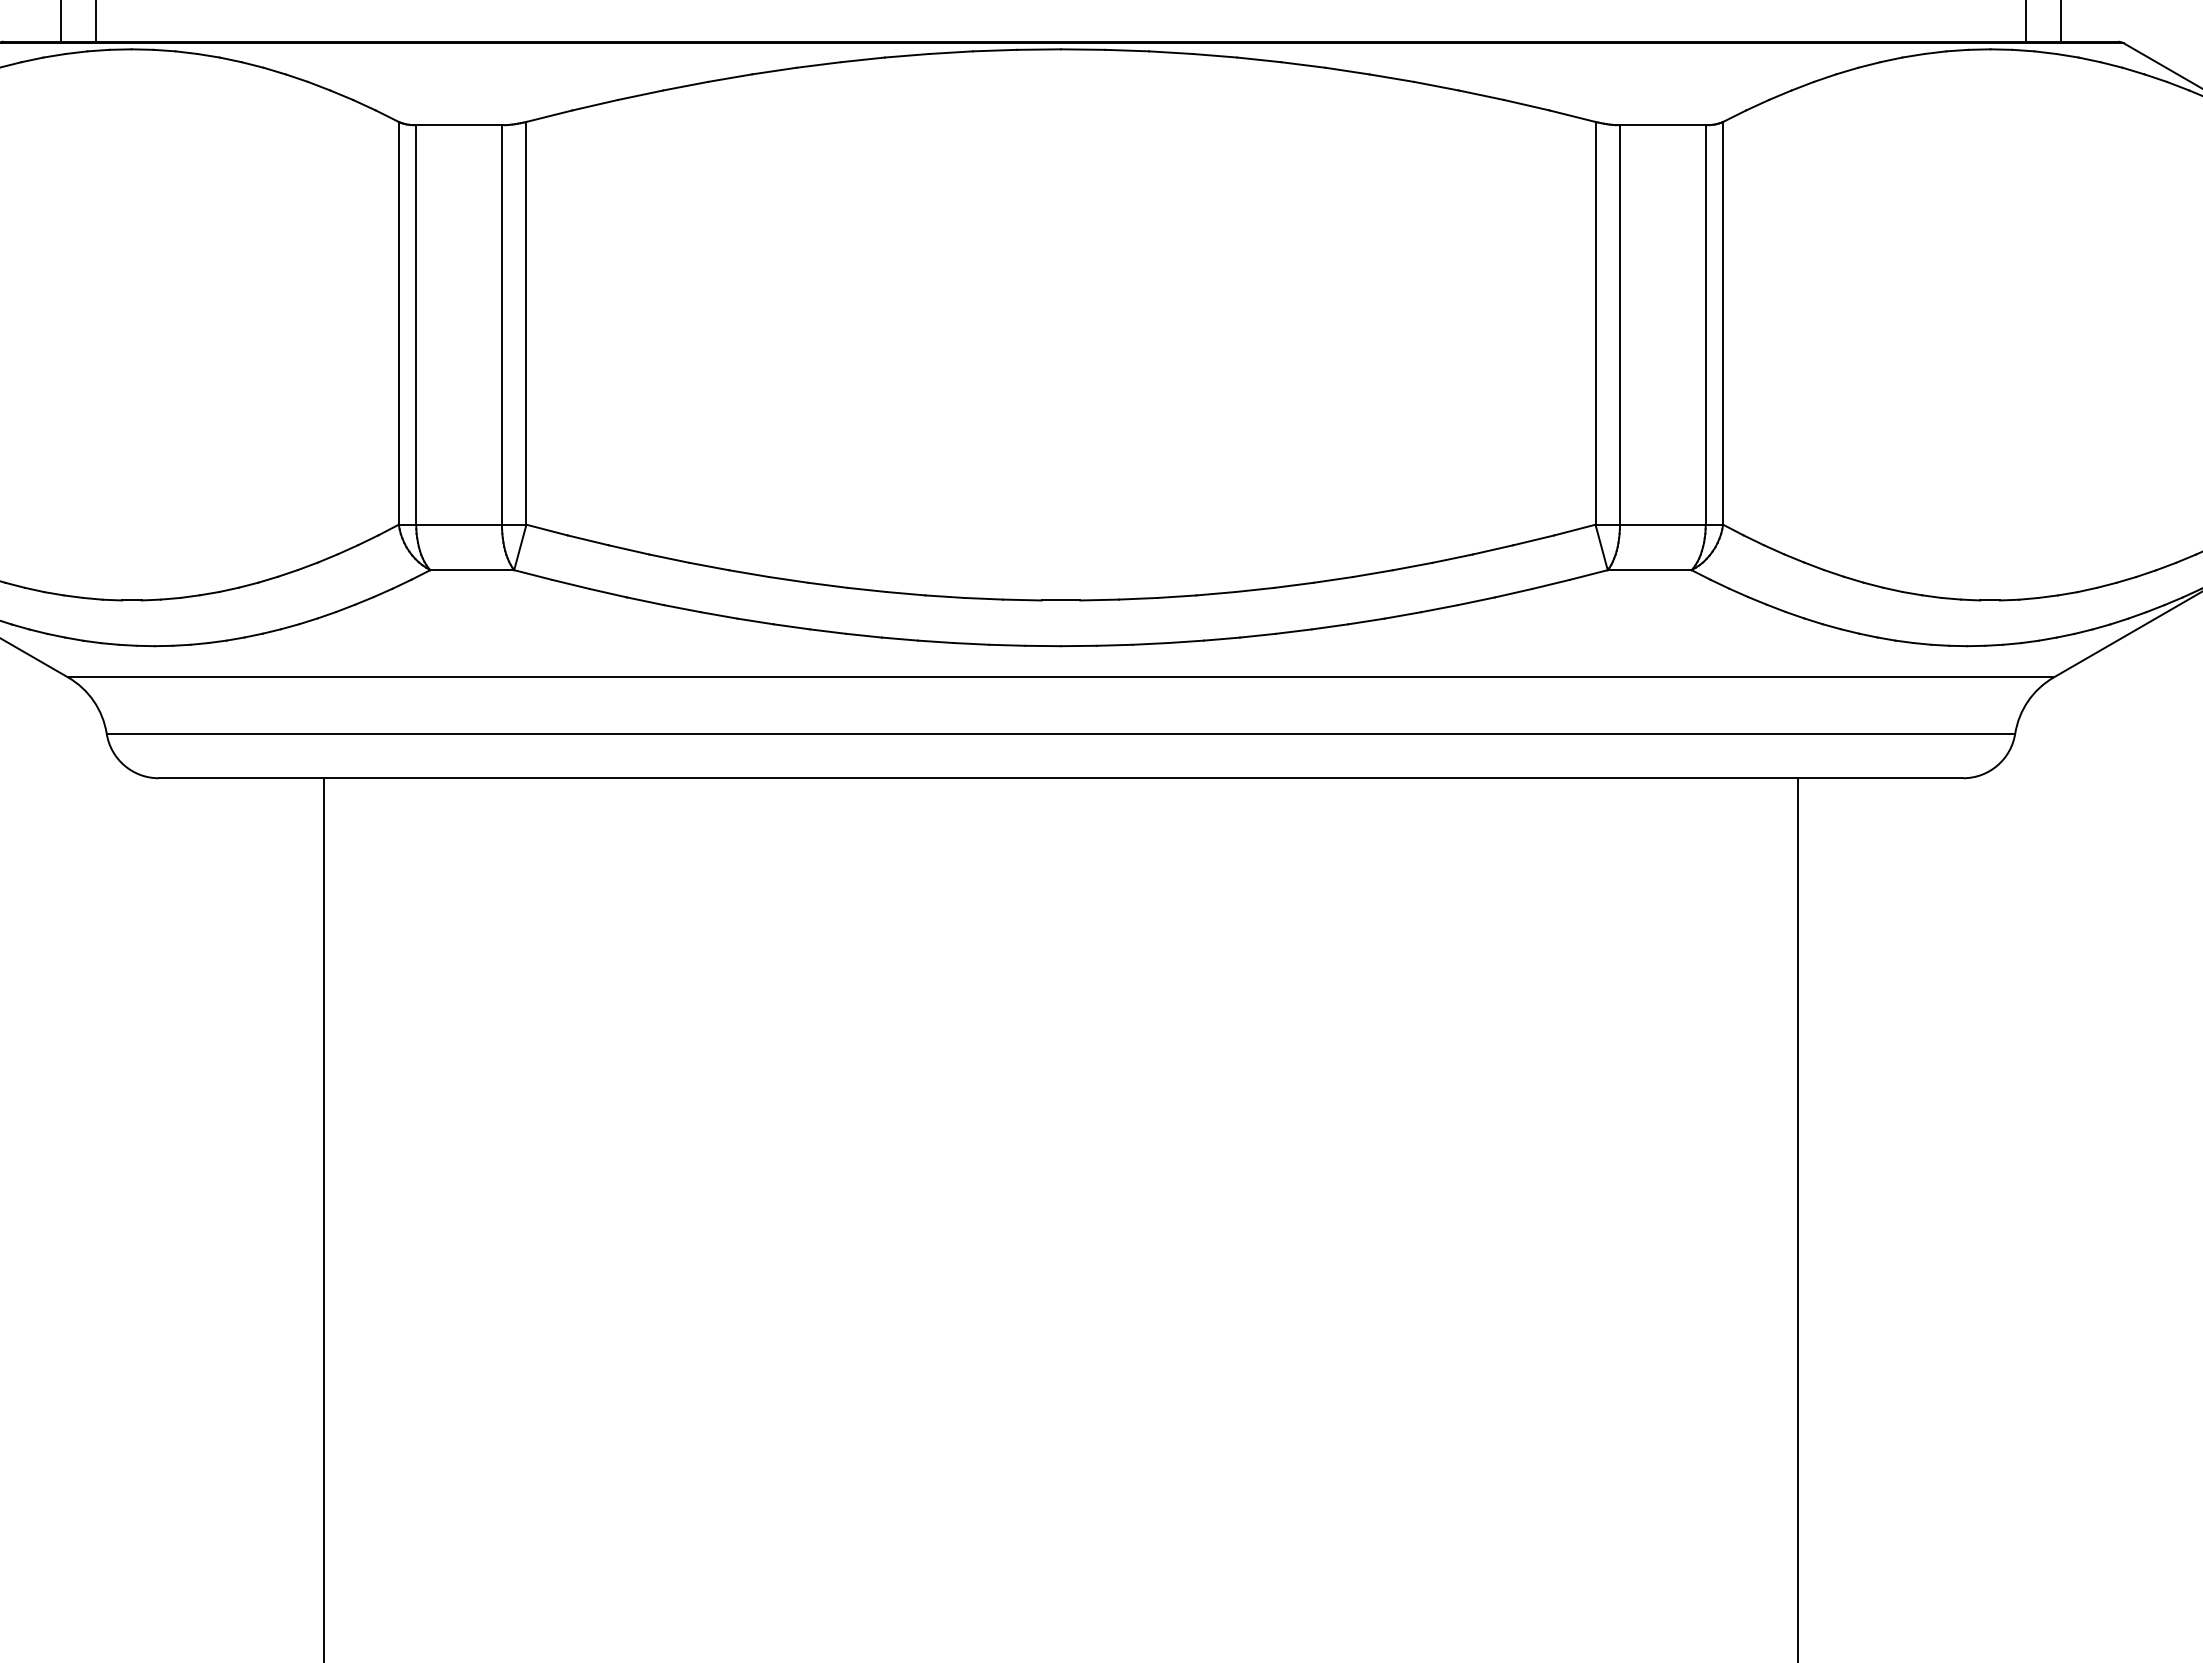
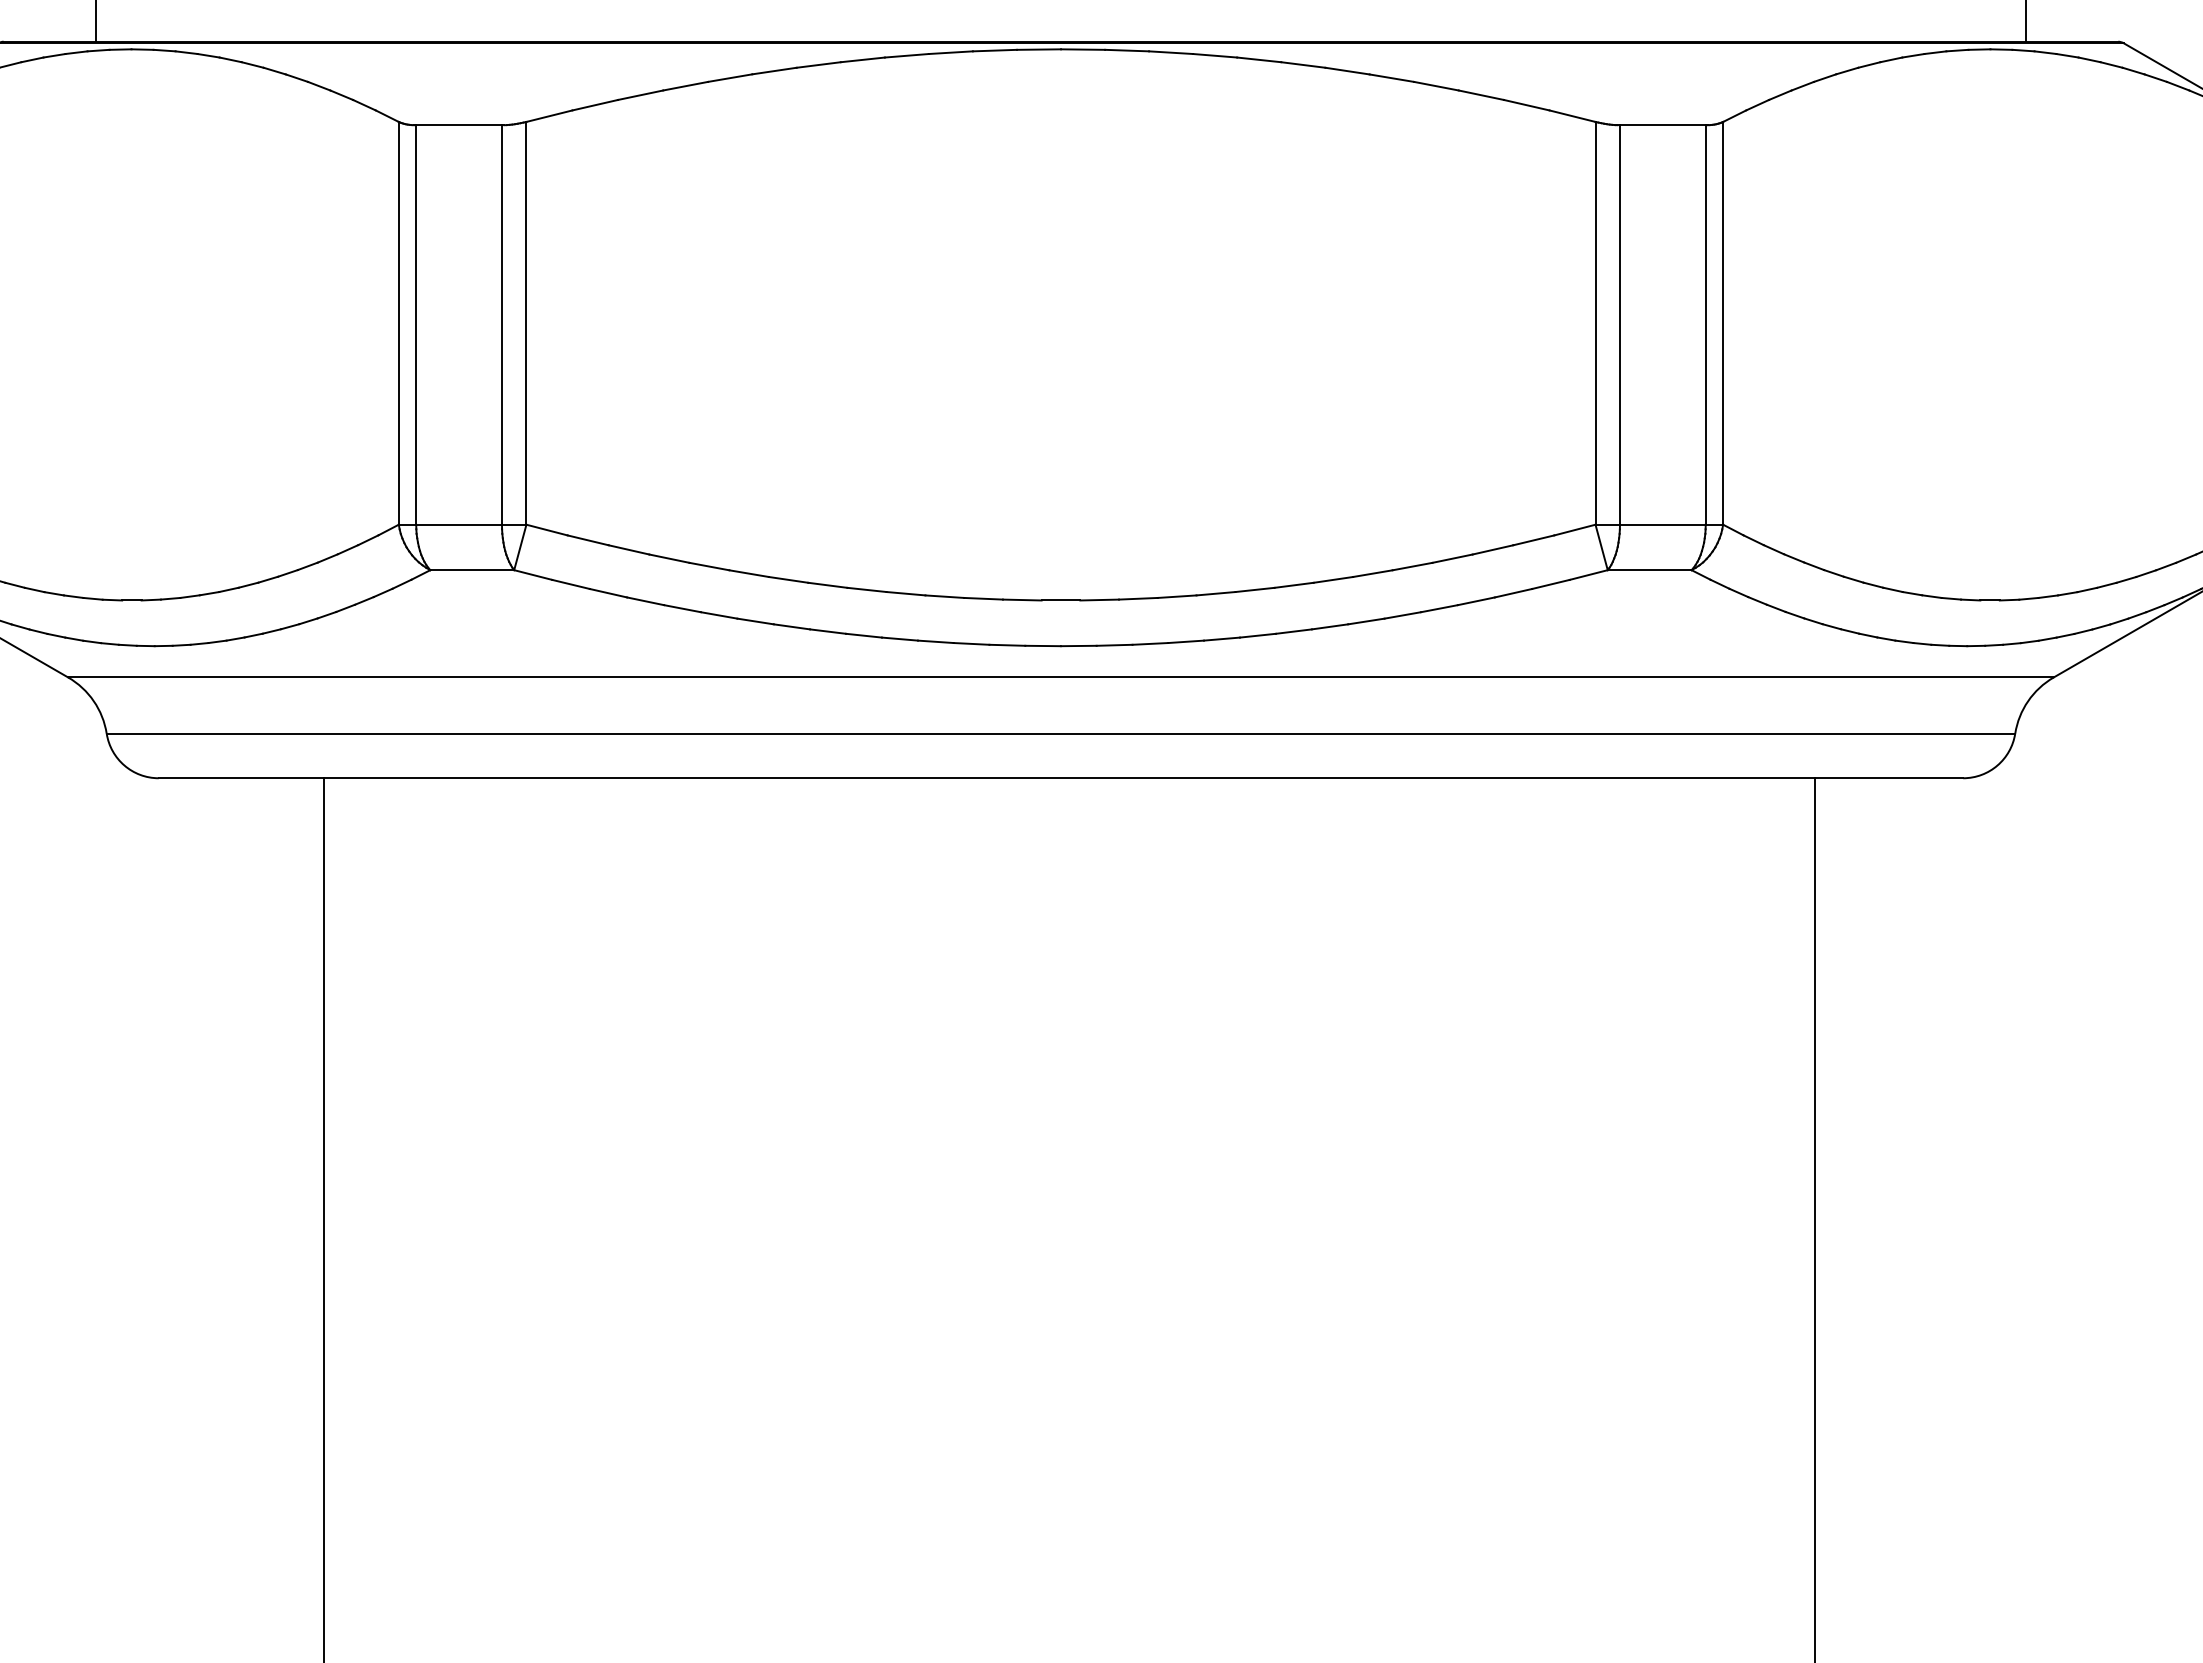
line at (61, 21): present -> none
line at (2060, 21): present -> none
line at (1797, 1218) position: (1797, 1218) -> (1814, 1218)
